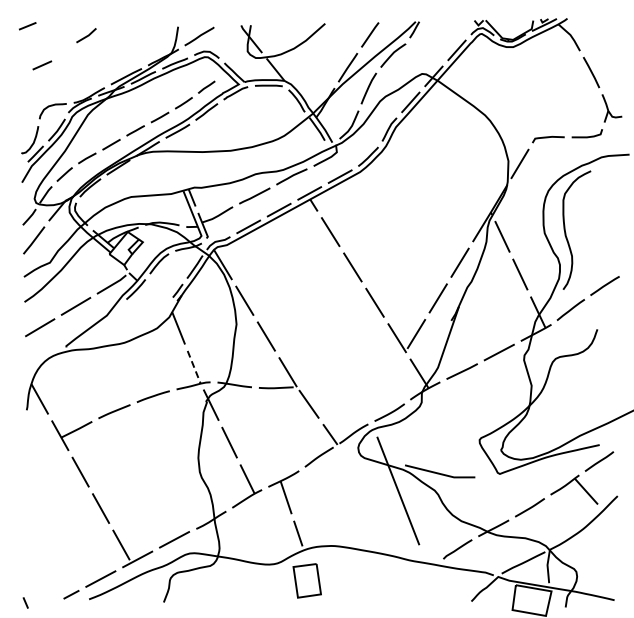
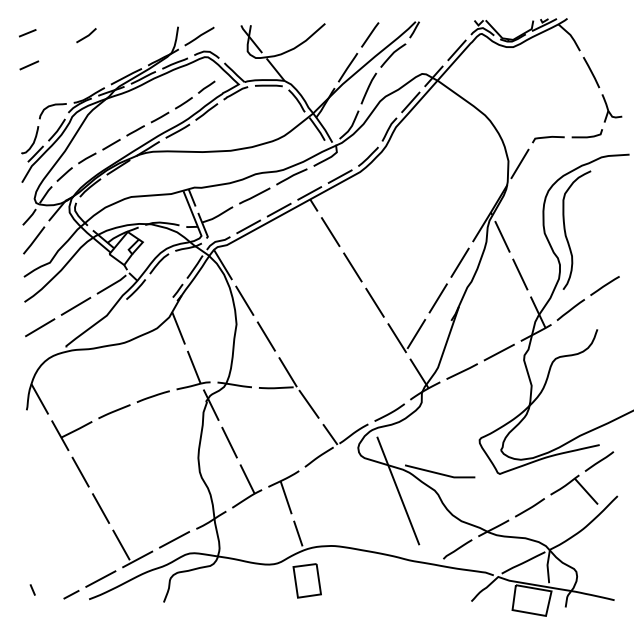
line at (27, 26) position: (27, 26) -> (27, 33)
line at (42, 65) position: (42, 65) -> (29, 65)
line at (194, 367): dashed -> solid
line at (25, 602) position: (25, 602) -> (32, 589)
